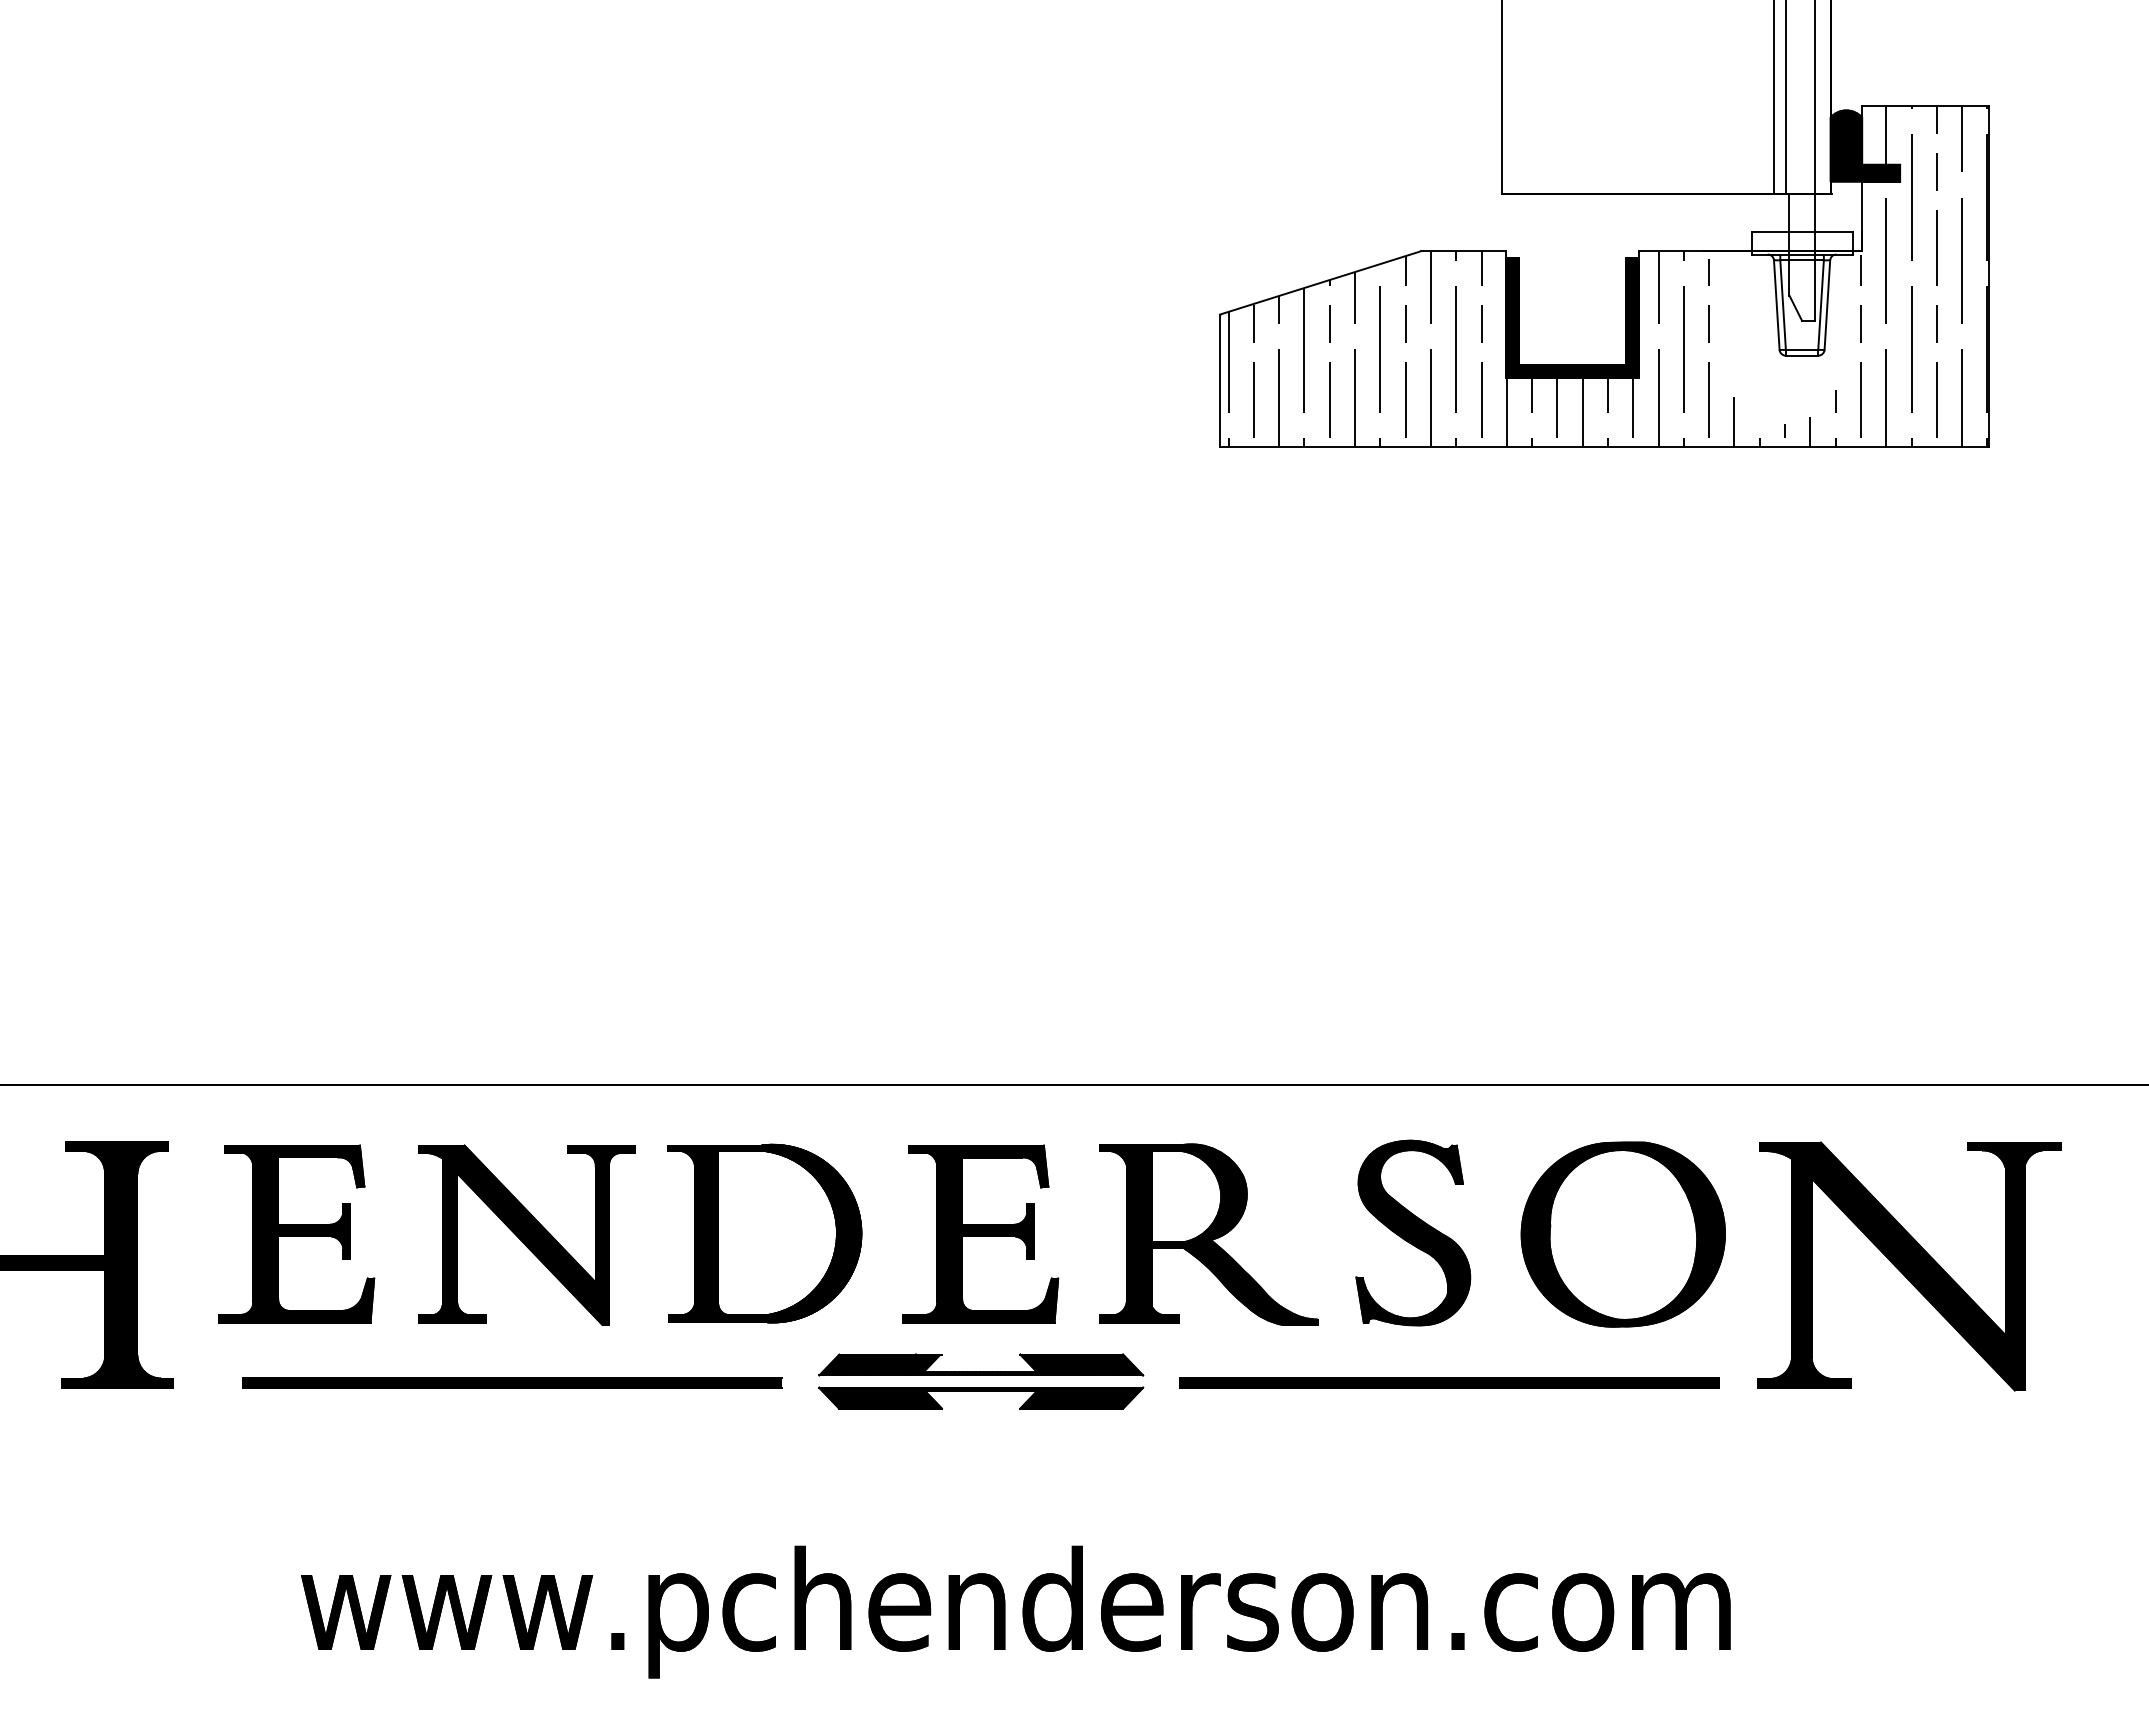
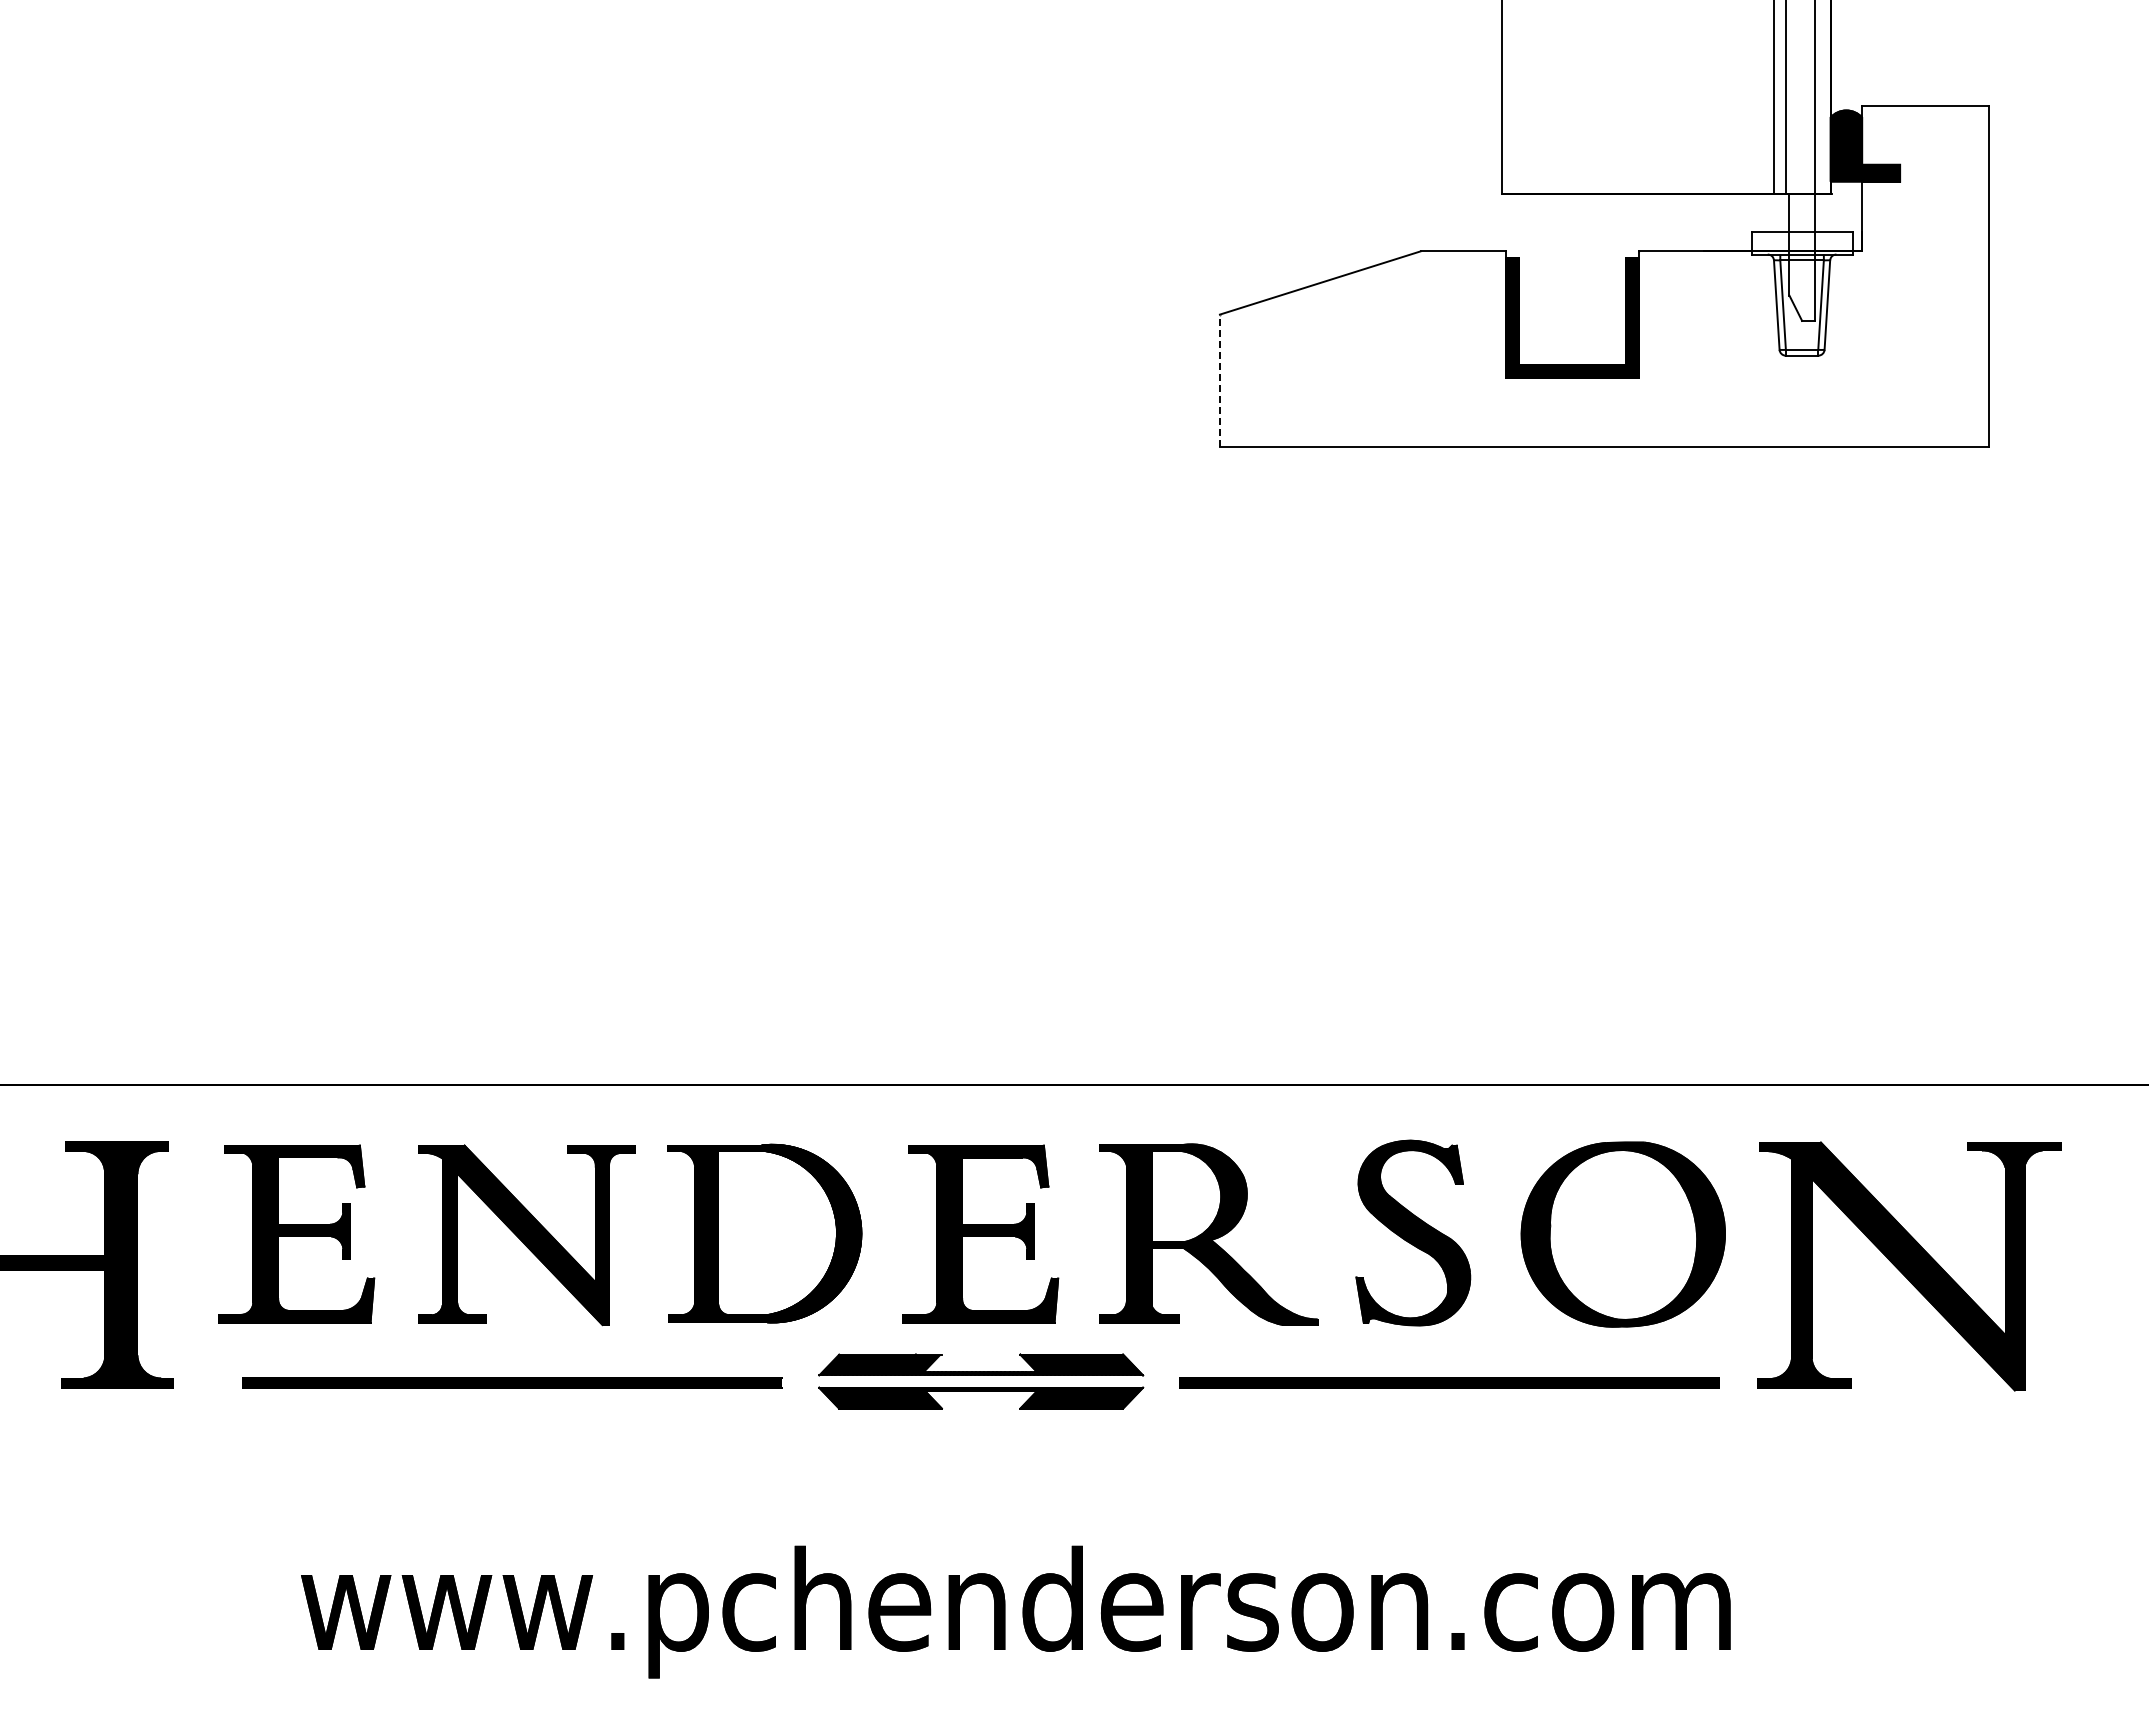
hatch at (1607, 276): present -> none
line at (1219, 380): solid -> dashed
